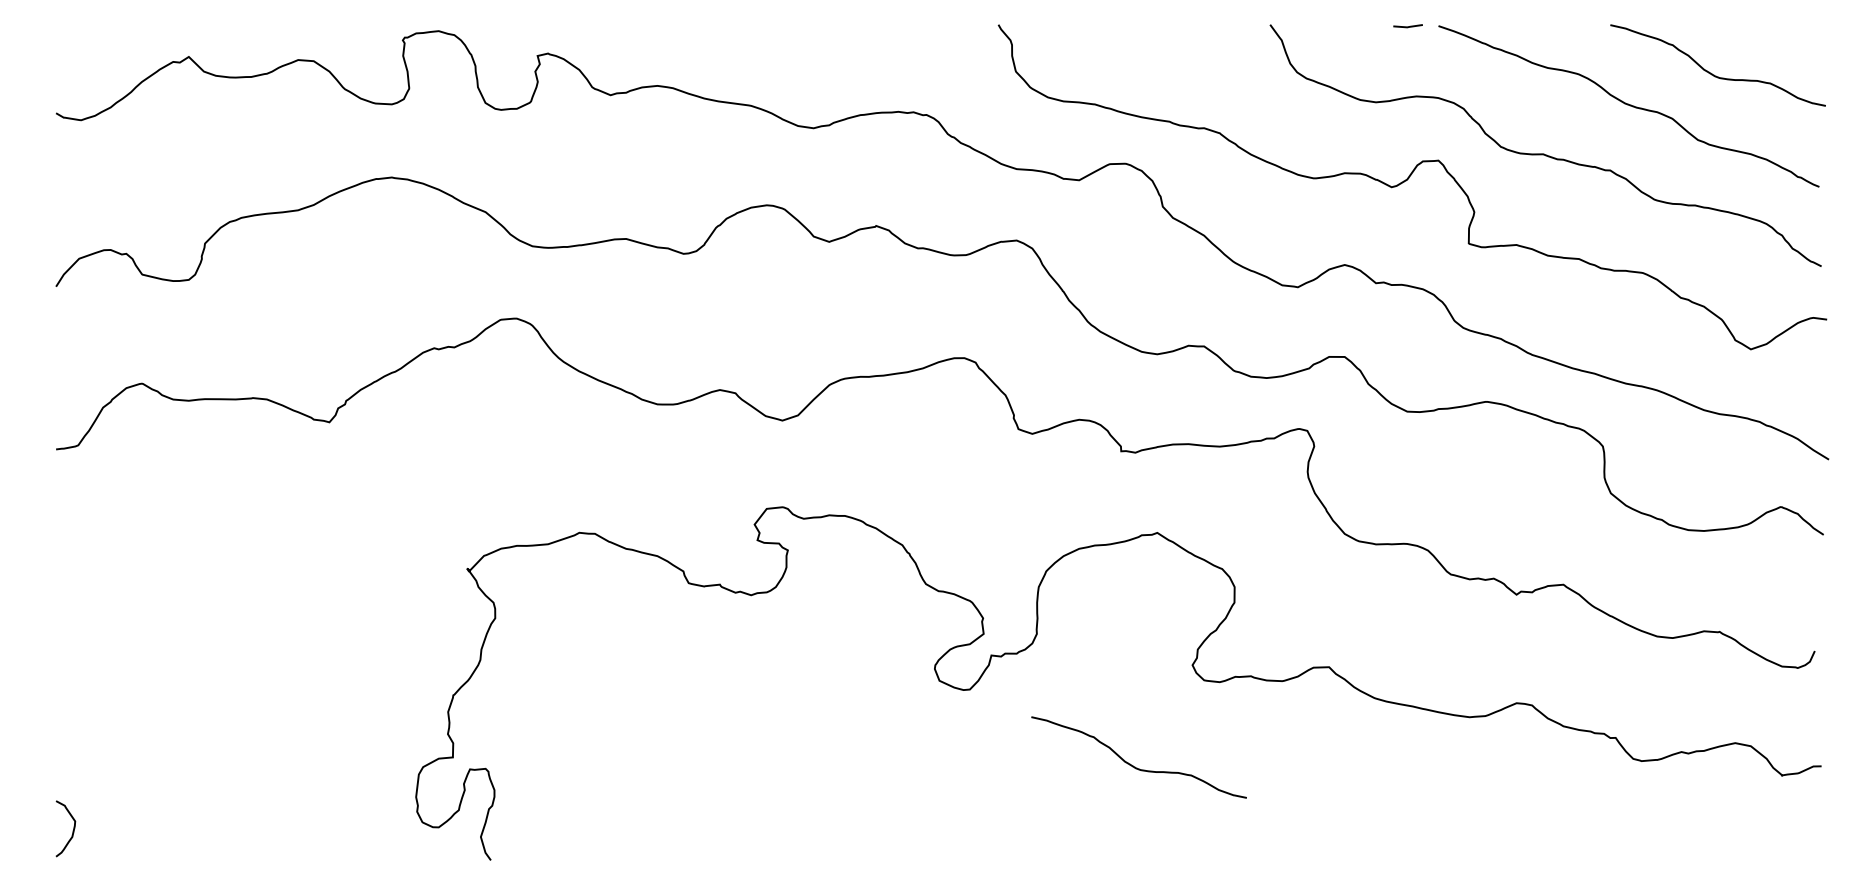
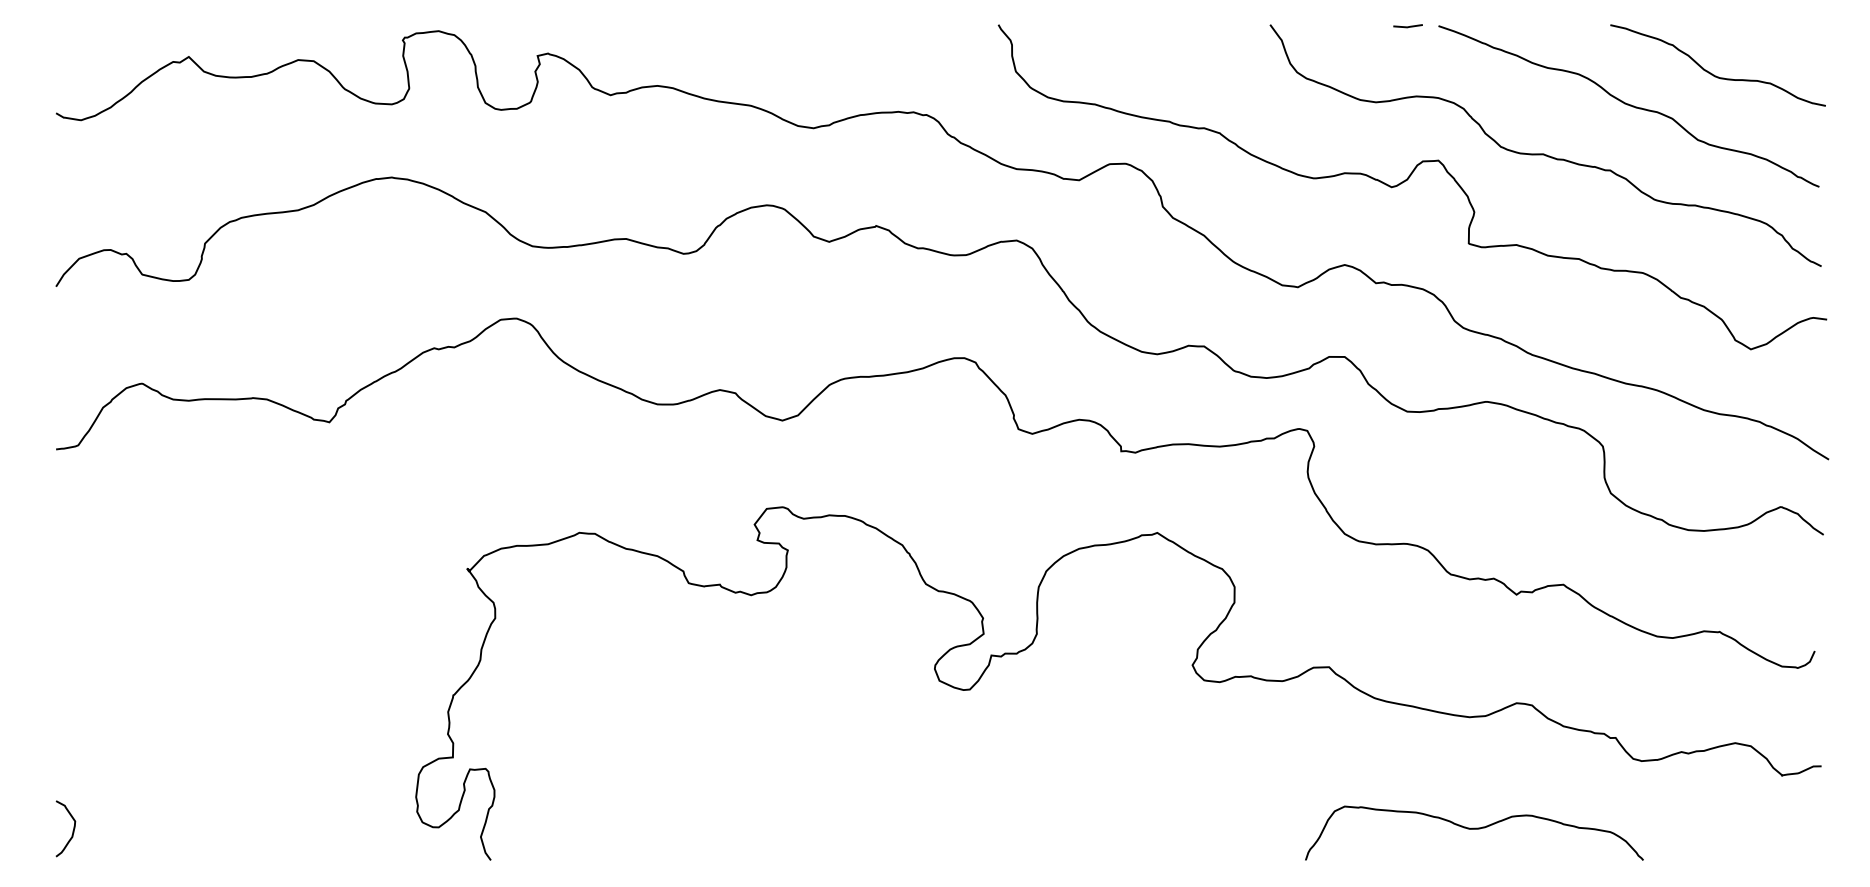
curve at (1133, 765): present -> none
curve at (1474, 829): none -> present
